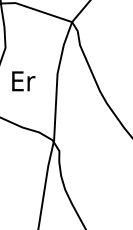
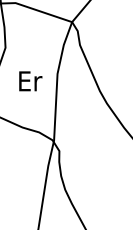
text at (23, 81) position: (23, 81) -> (30, 81)
